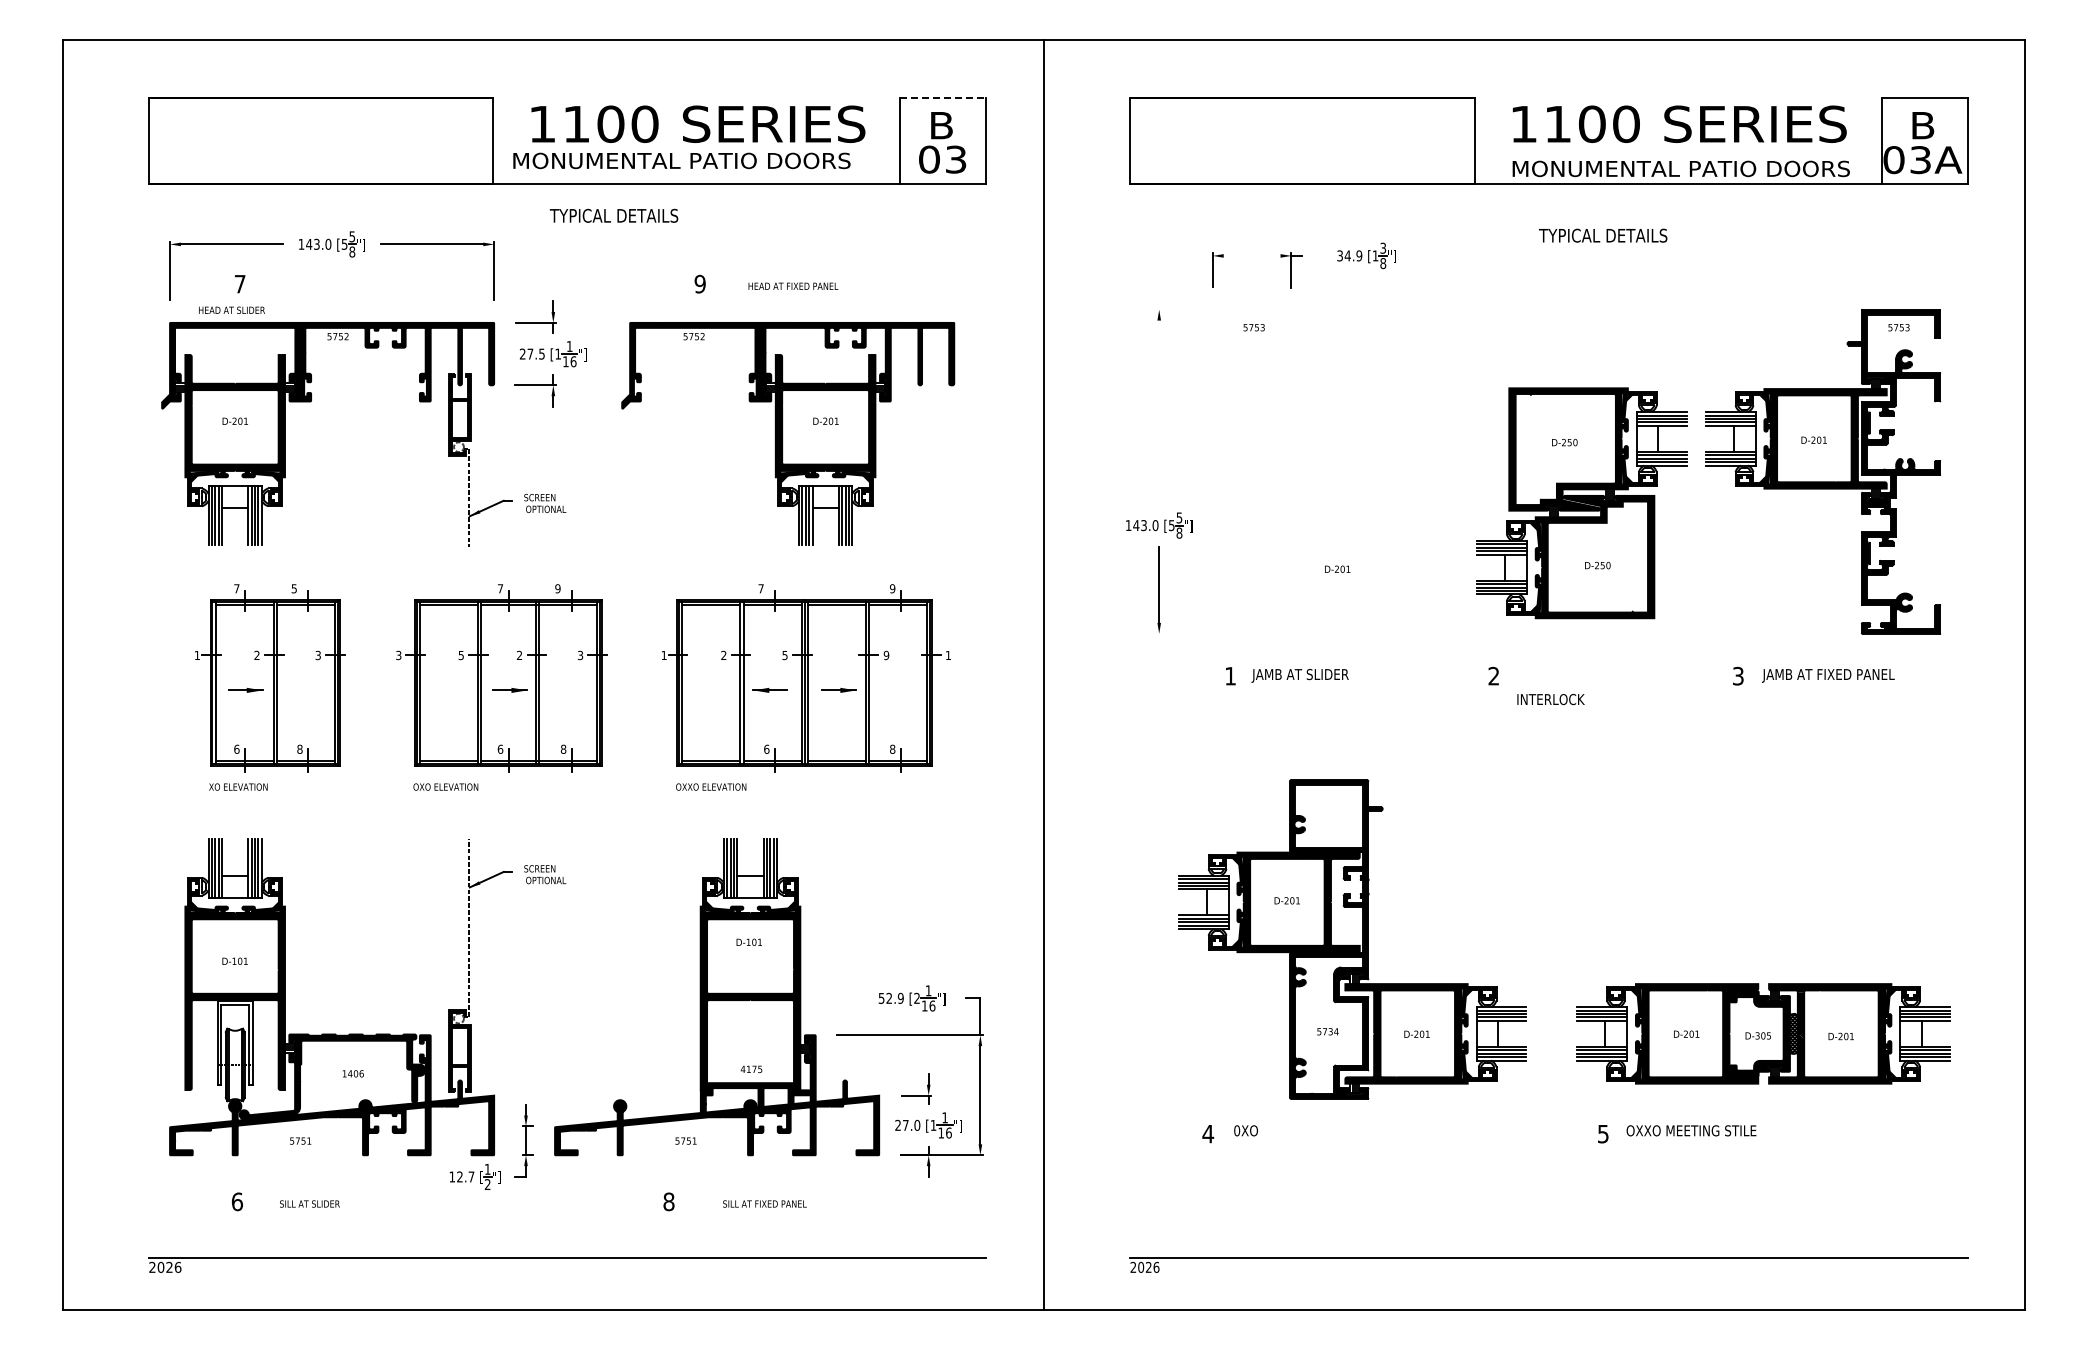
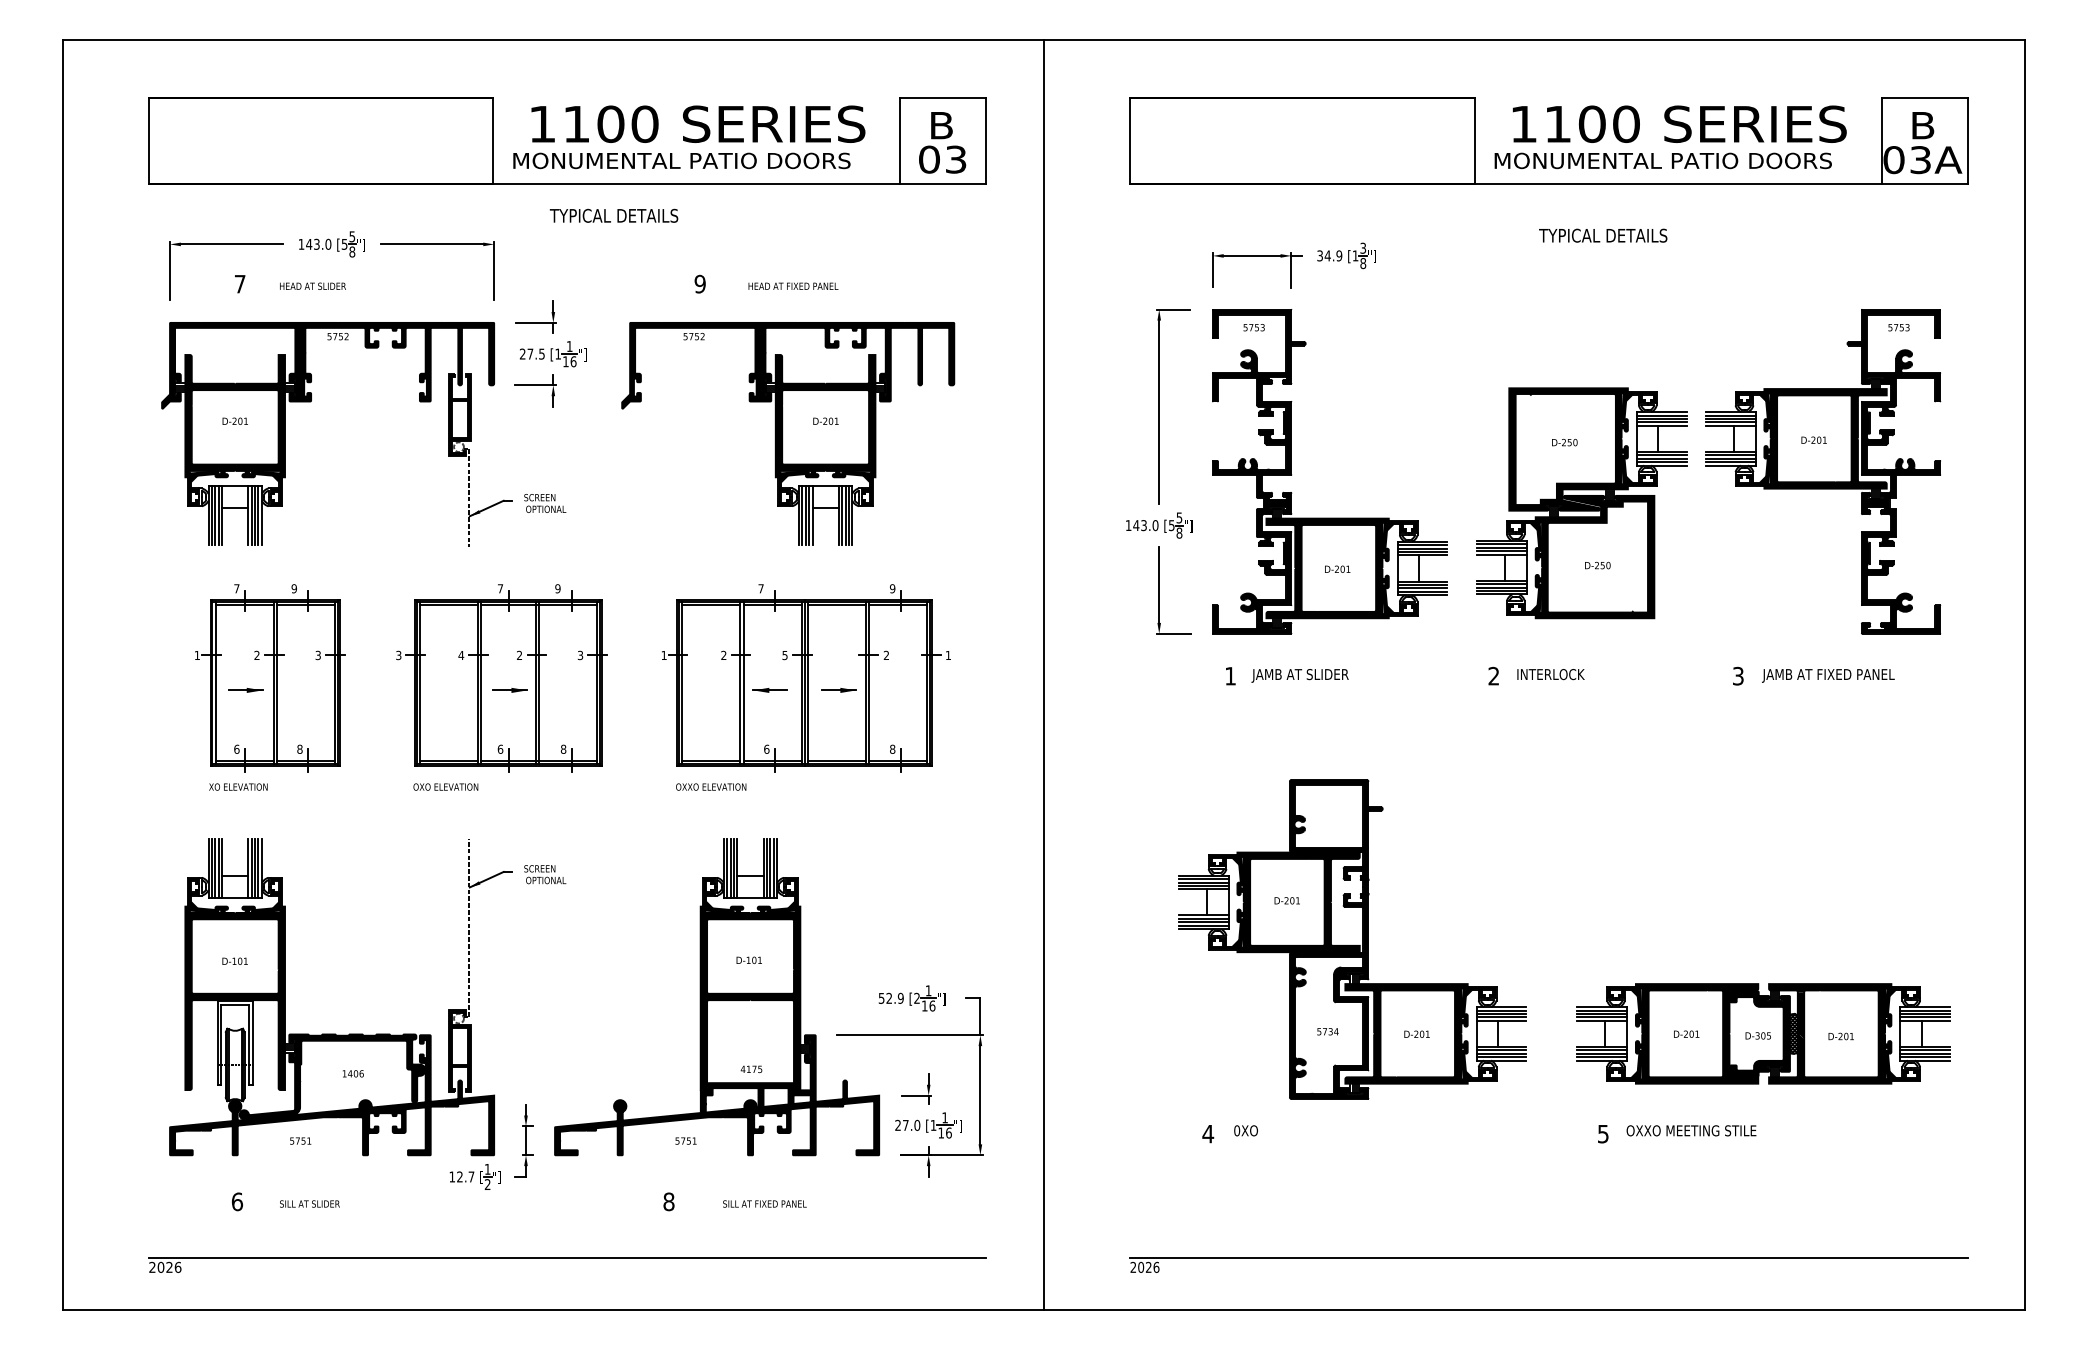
line at (943, 97): dashed -> solid
text at (1680, 168) position: (1680, 168) -> (1662, 160)
line at (1251, 255): none -> present
part at (1366, 255) position: (1366, 255) -> (1346, 255)
text at (231, 309) position: (231, 309) -> (312, 285)
line at (1173, 309): none -> present
line at (1159, 412): none -> present
part at (1292, 474): none -> present
text at (293, 588): 5 -> 9
line at (1173, 633): none -> present
text at (461, 655): 5 -> 4
text at (886, 655): 9 -> 2
text at (1550, 699) position: (1550, 699) -> (1550, 674)
text at (748, 941) position: (748, 941) -> (748, 959)
